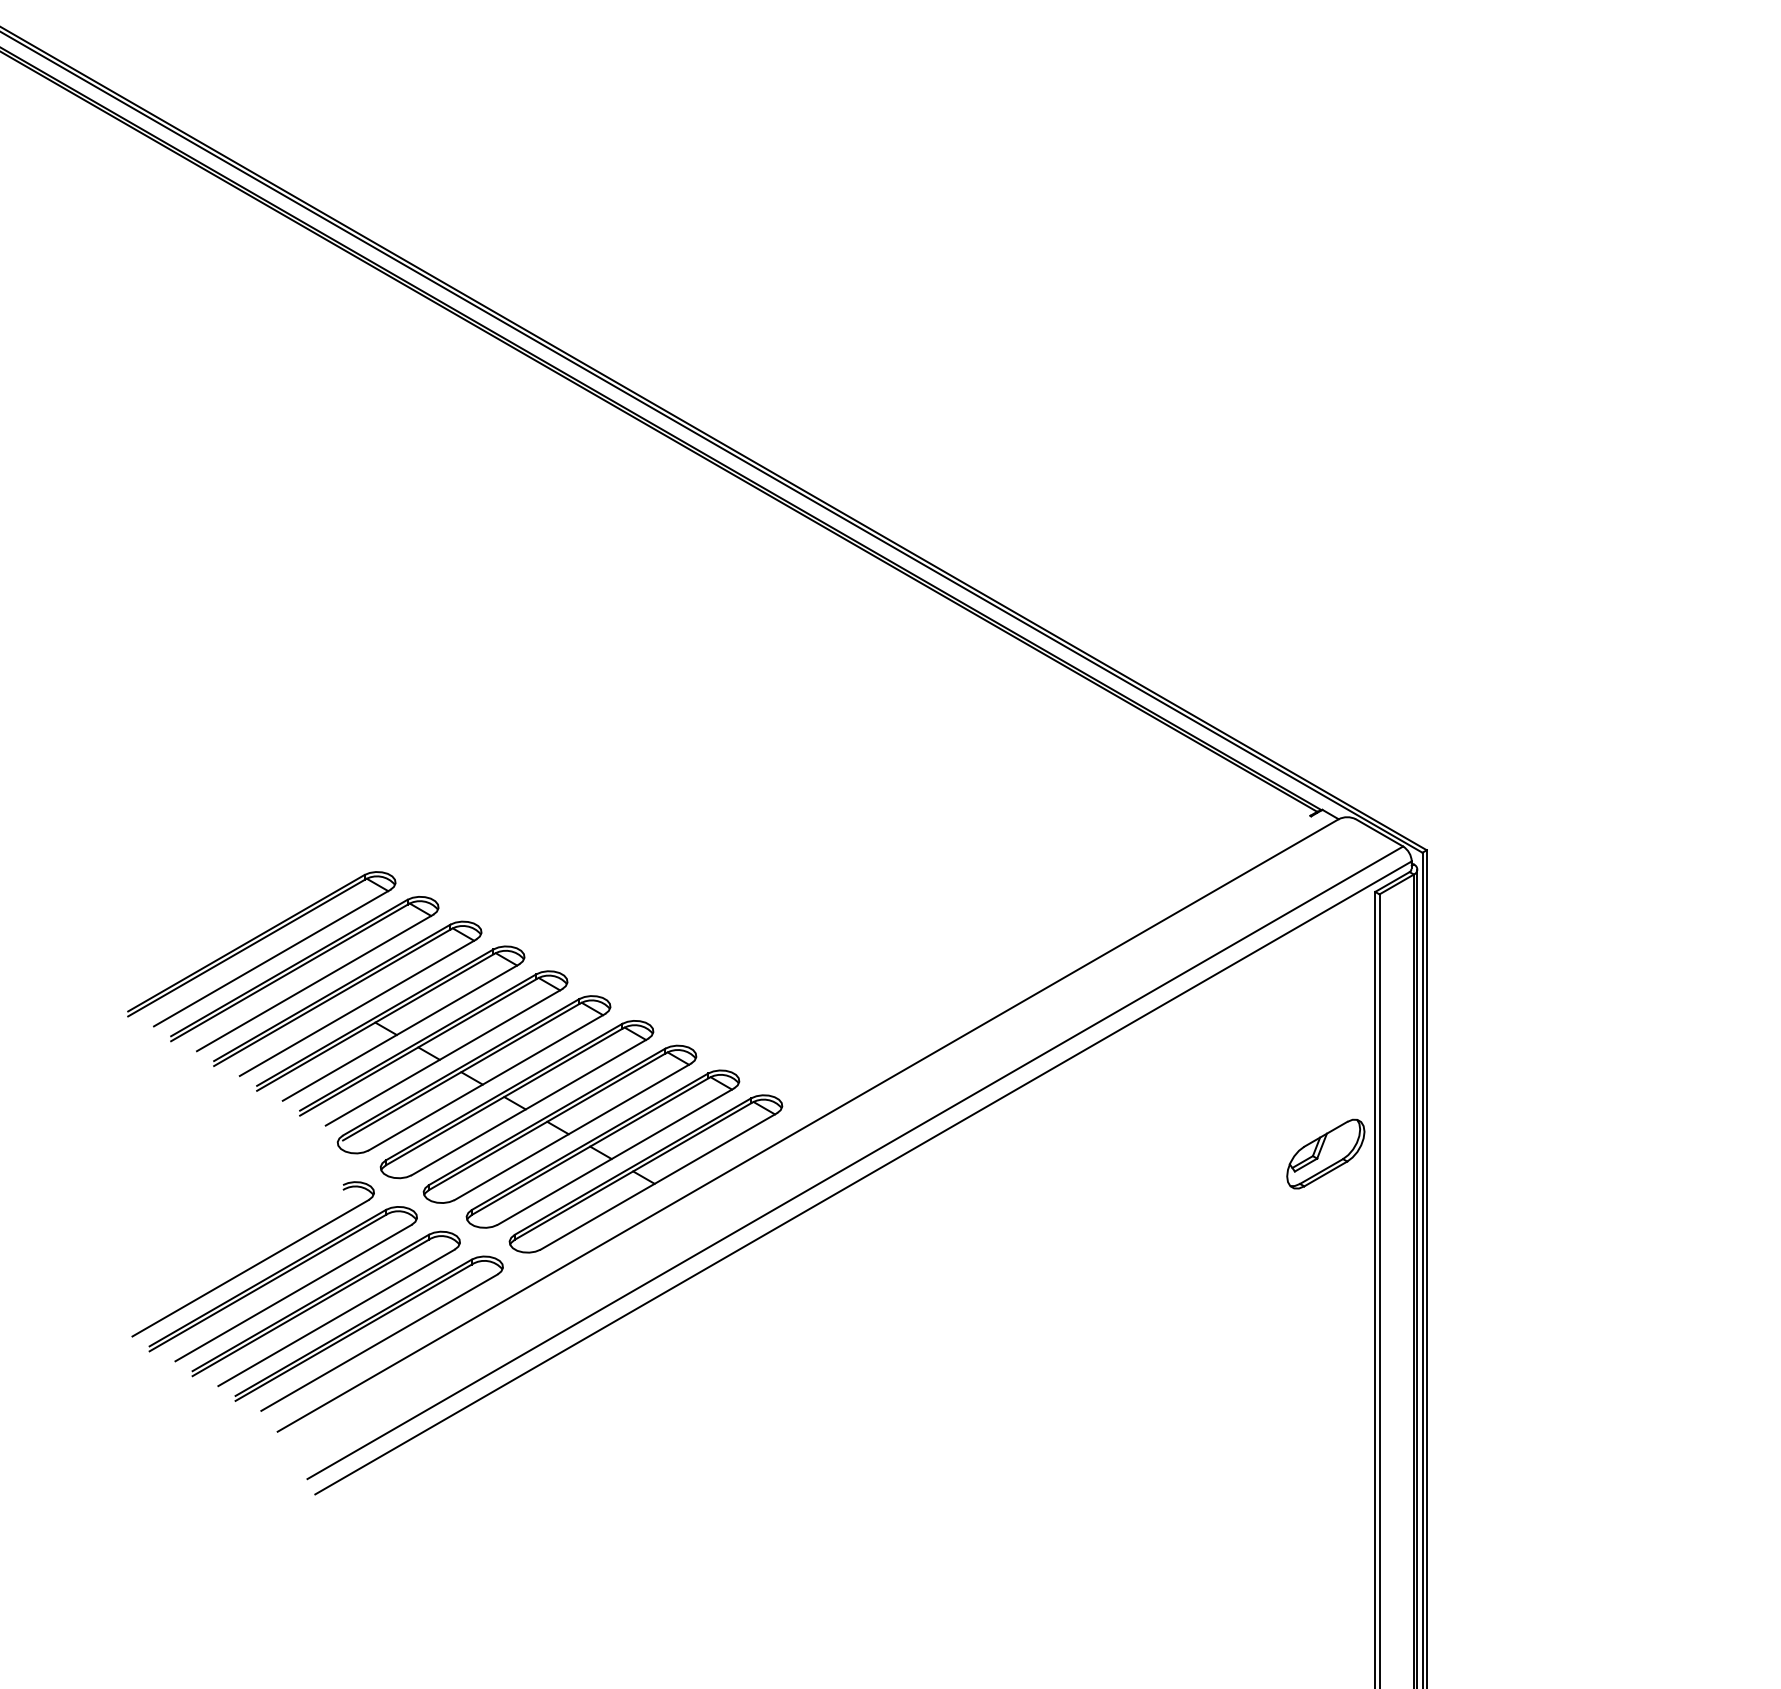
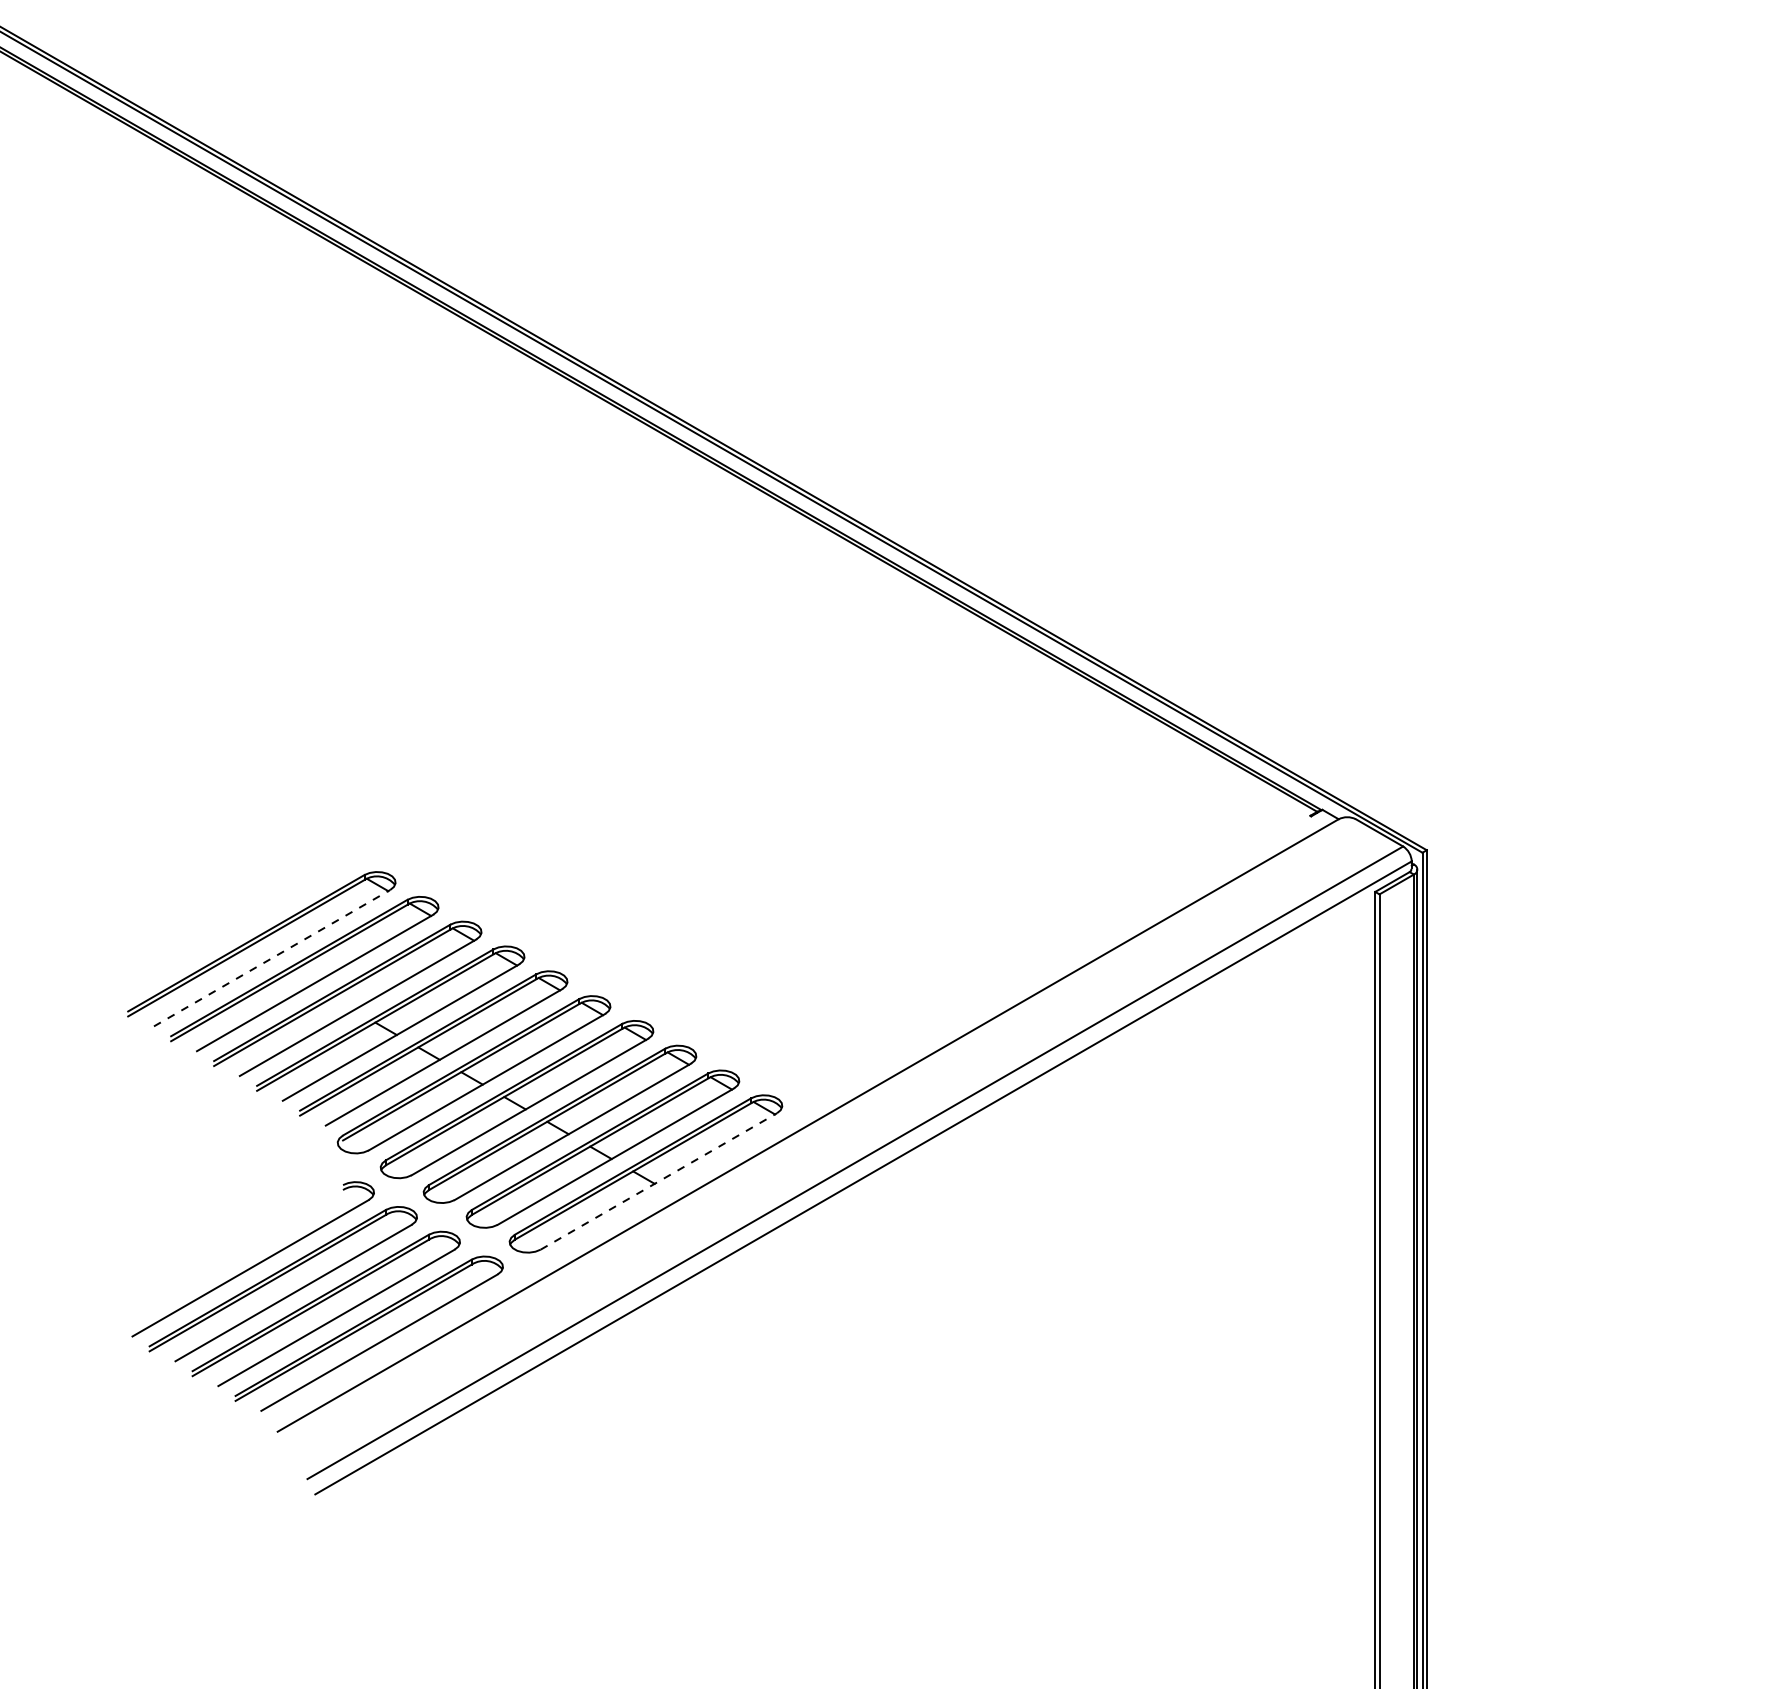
line at (272, 957): solid -> dashed
part at (1325, 1153): present -> none
line at (659, 1181): solid -> dashed
